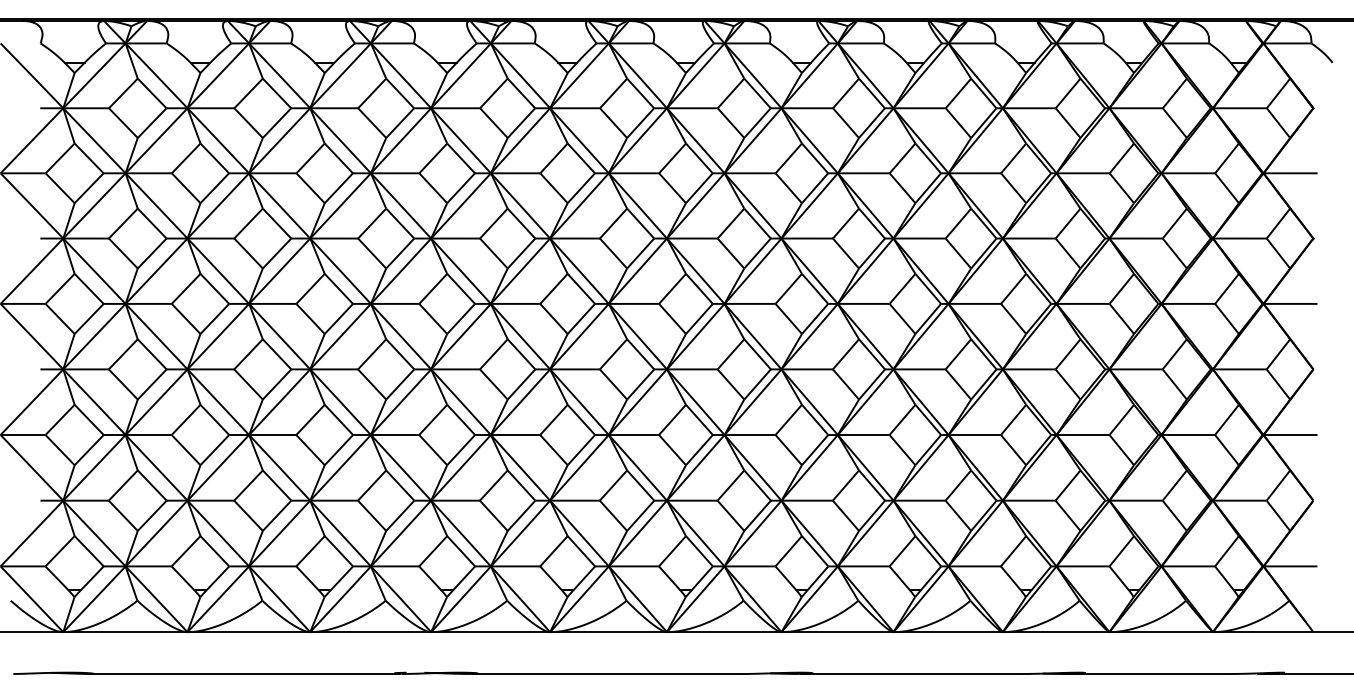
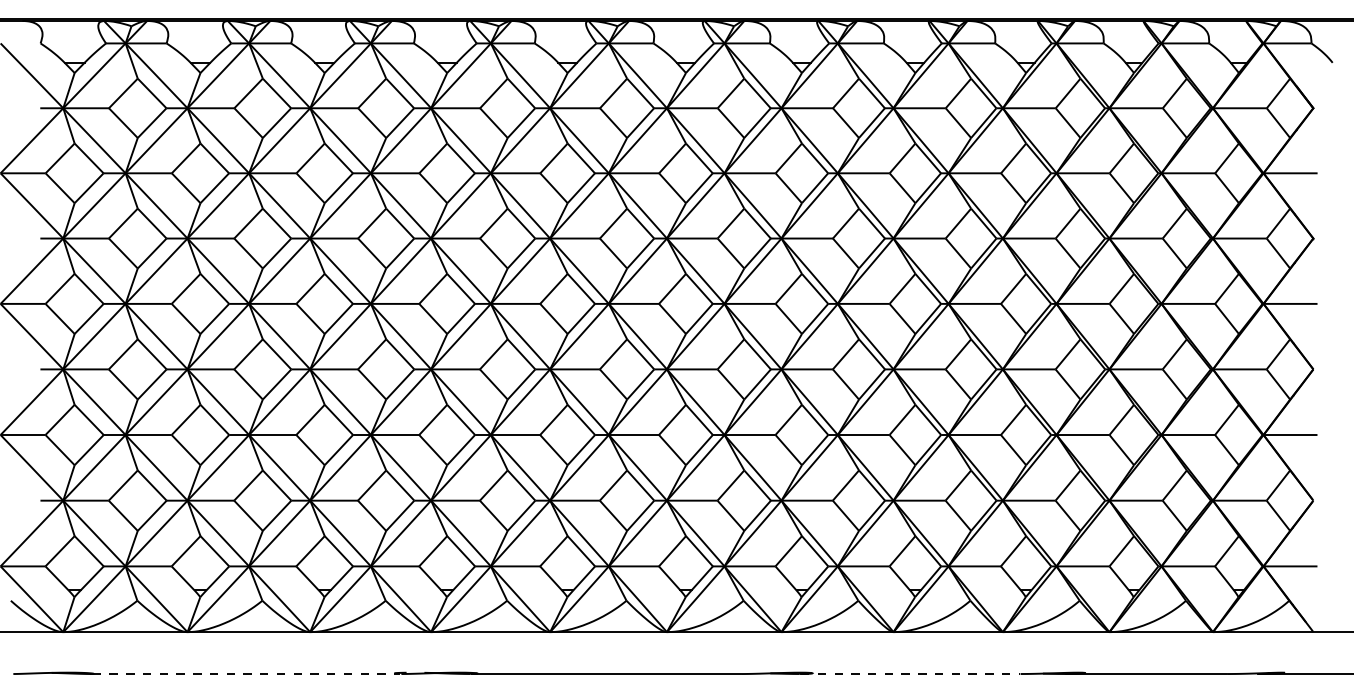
line at (246, 674): solid -> dashed
line at (910, 674): solid -> dashed
